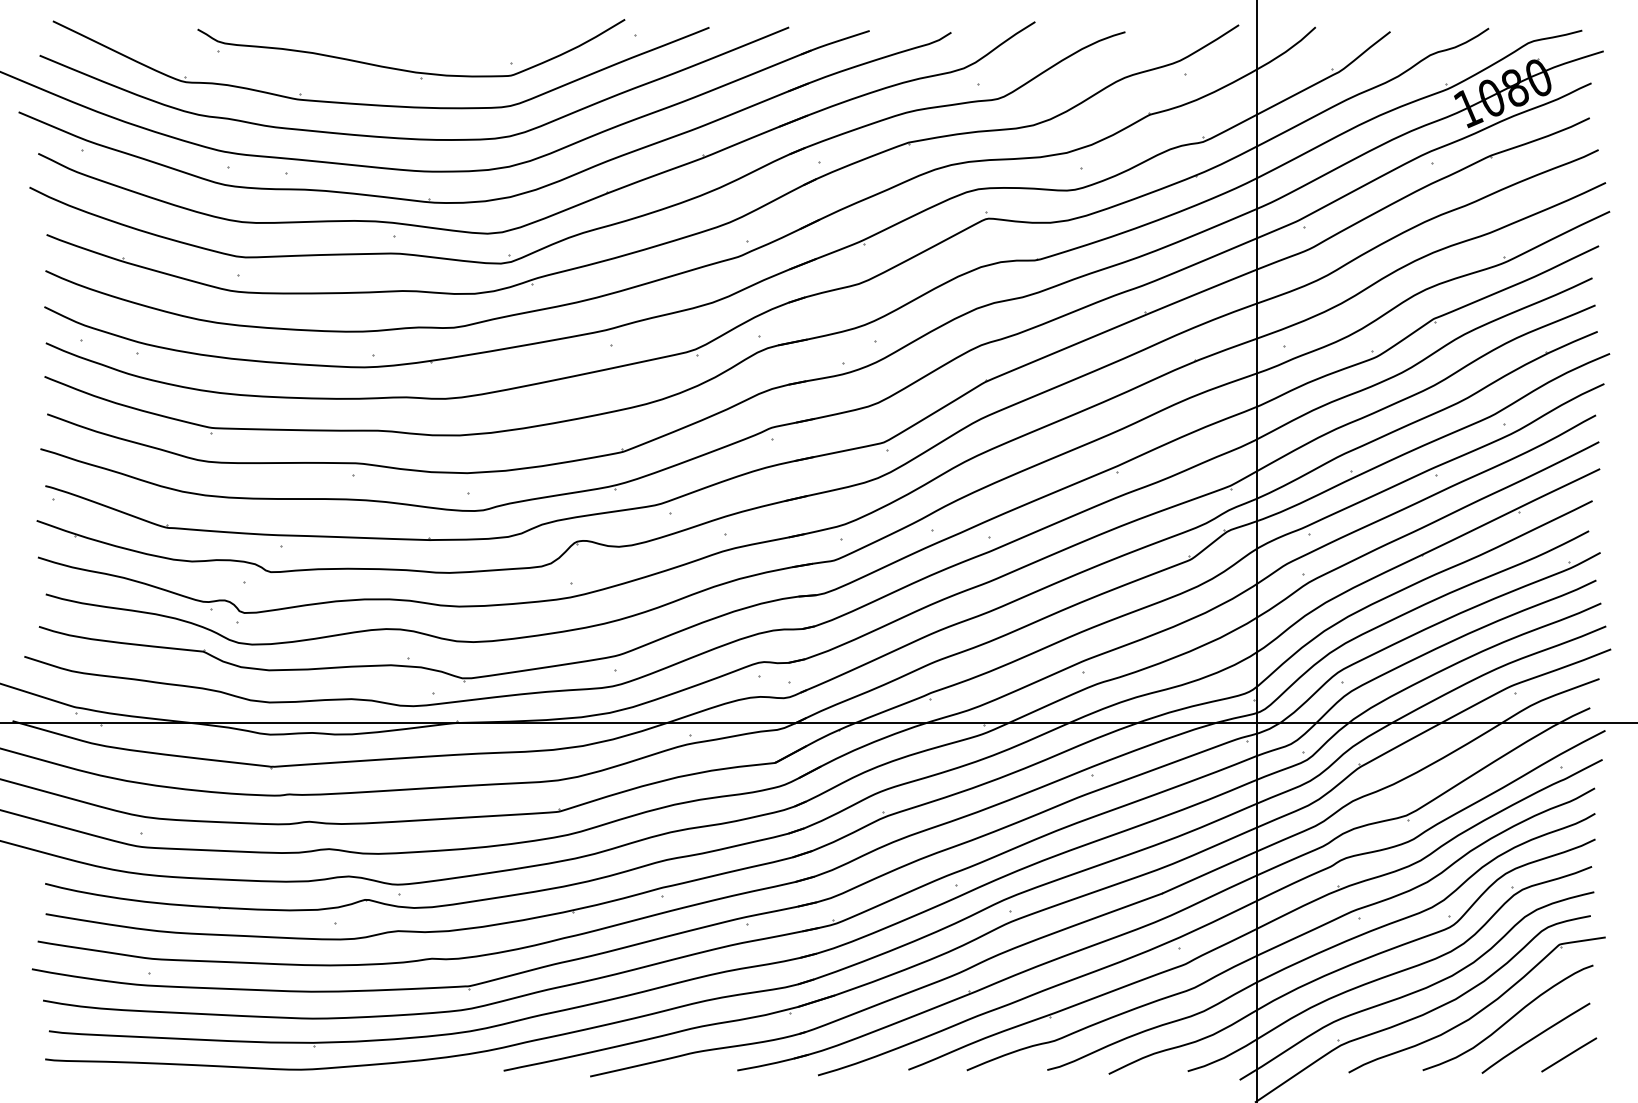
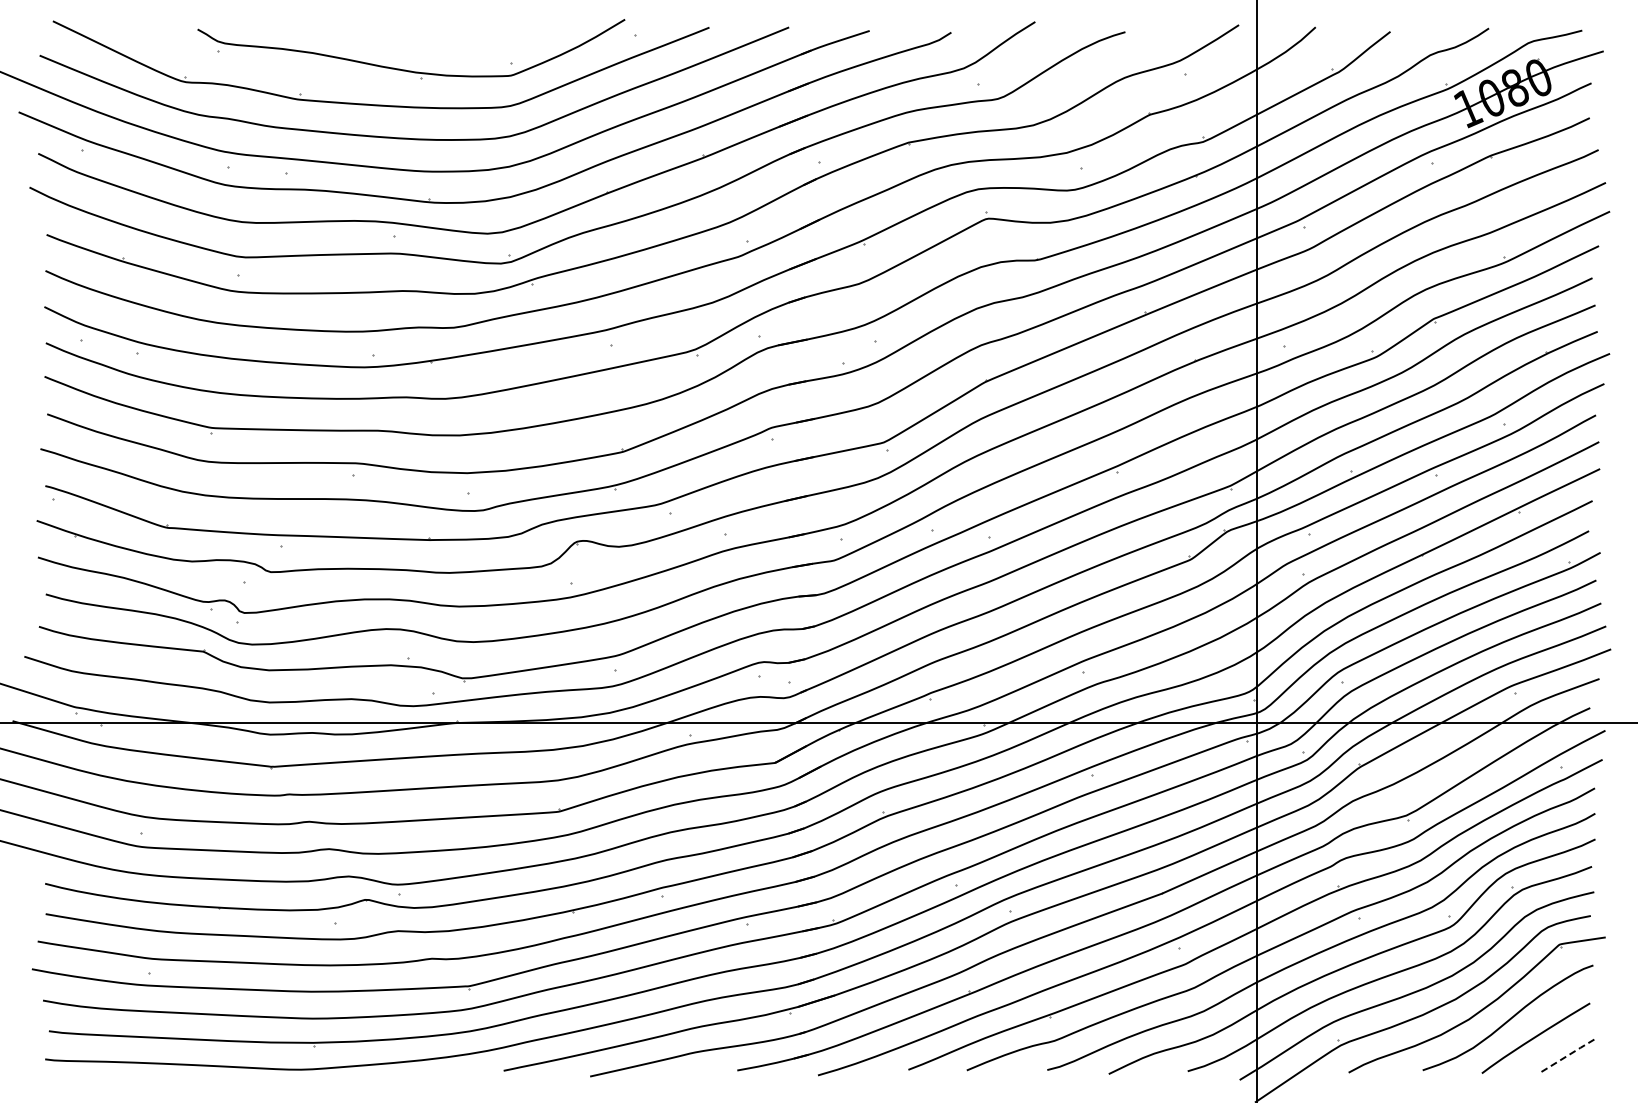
line at (1570, 1054): solid -> dashed
